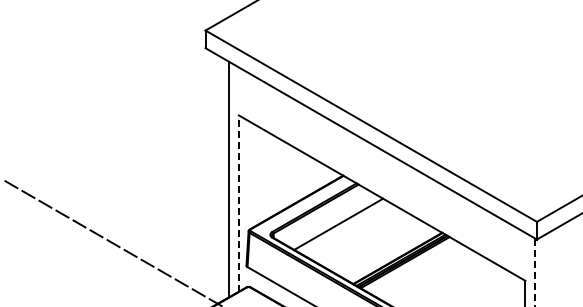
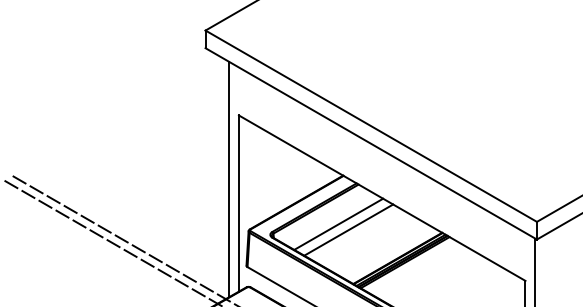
line at (238, 203): dashed -> solid
line at (348, 229): none -> present
line at (122, 239): none -> present
line at (535, 272): dashed -> solid
